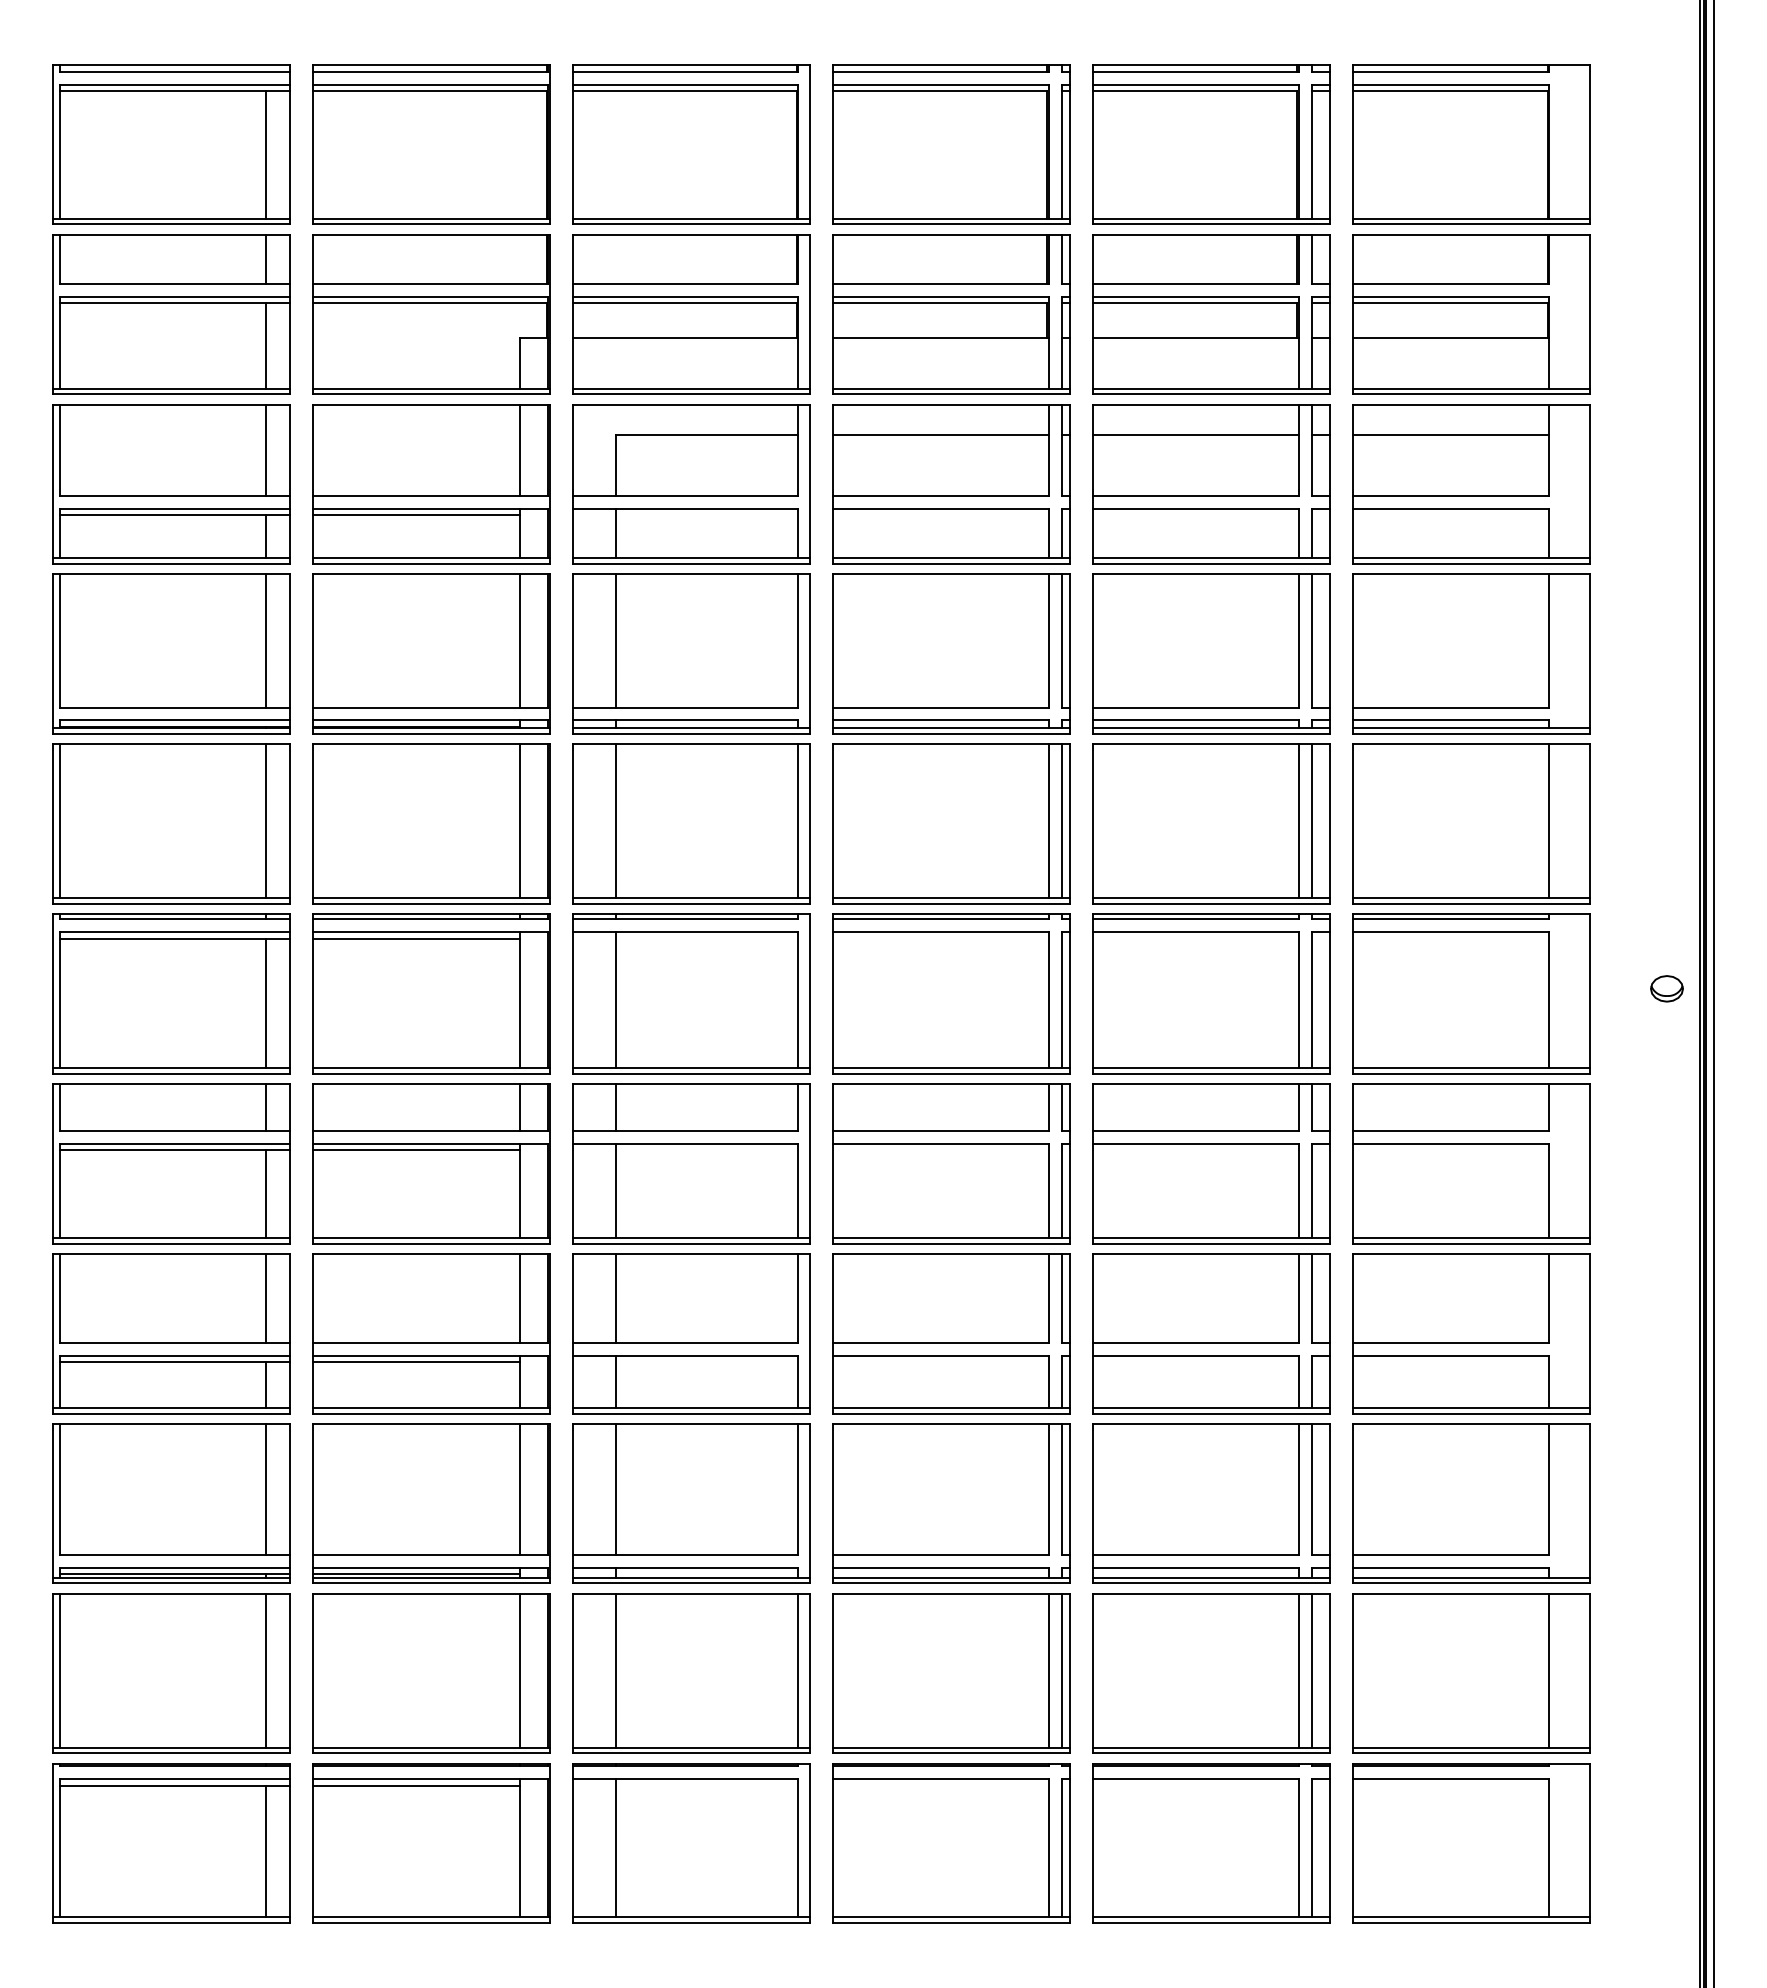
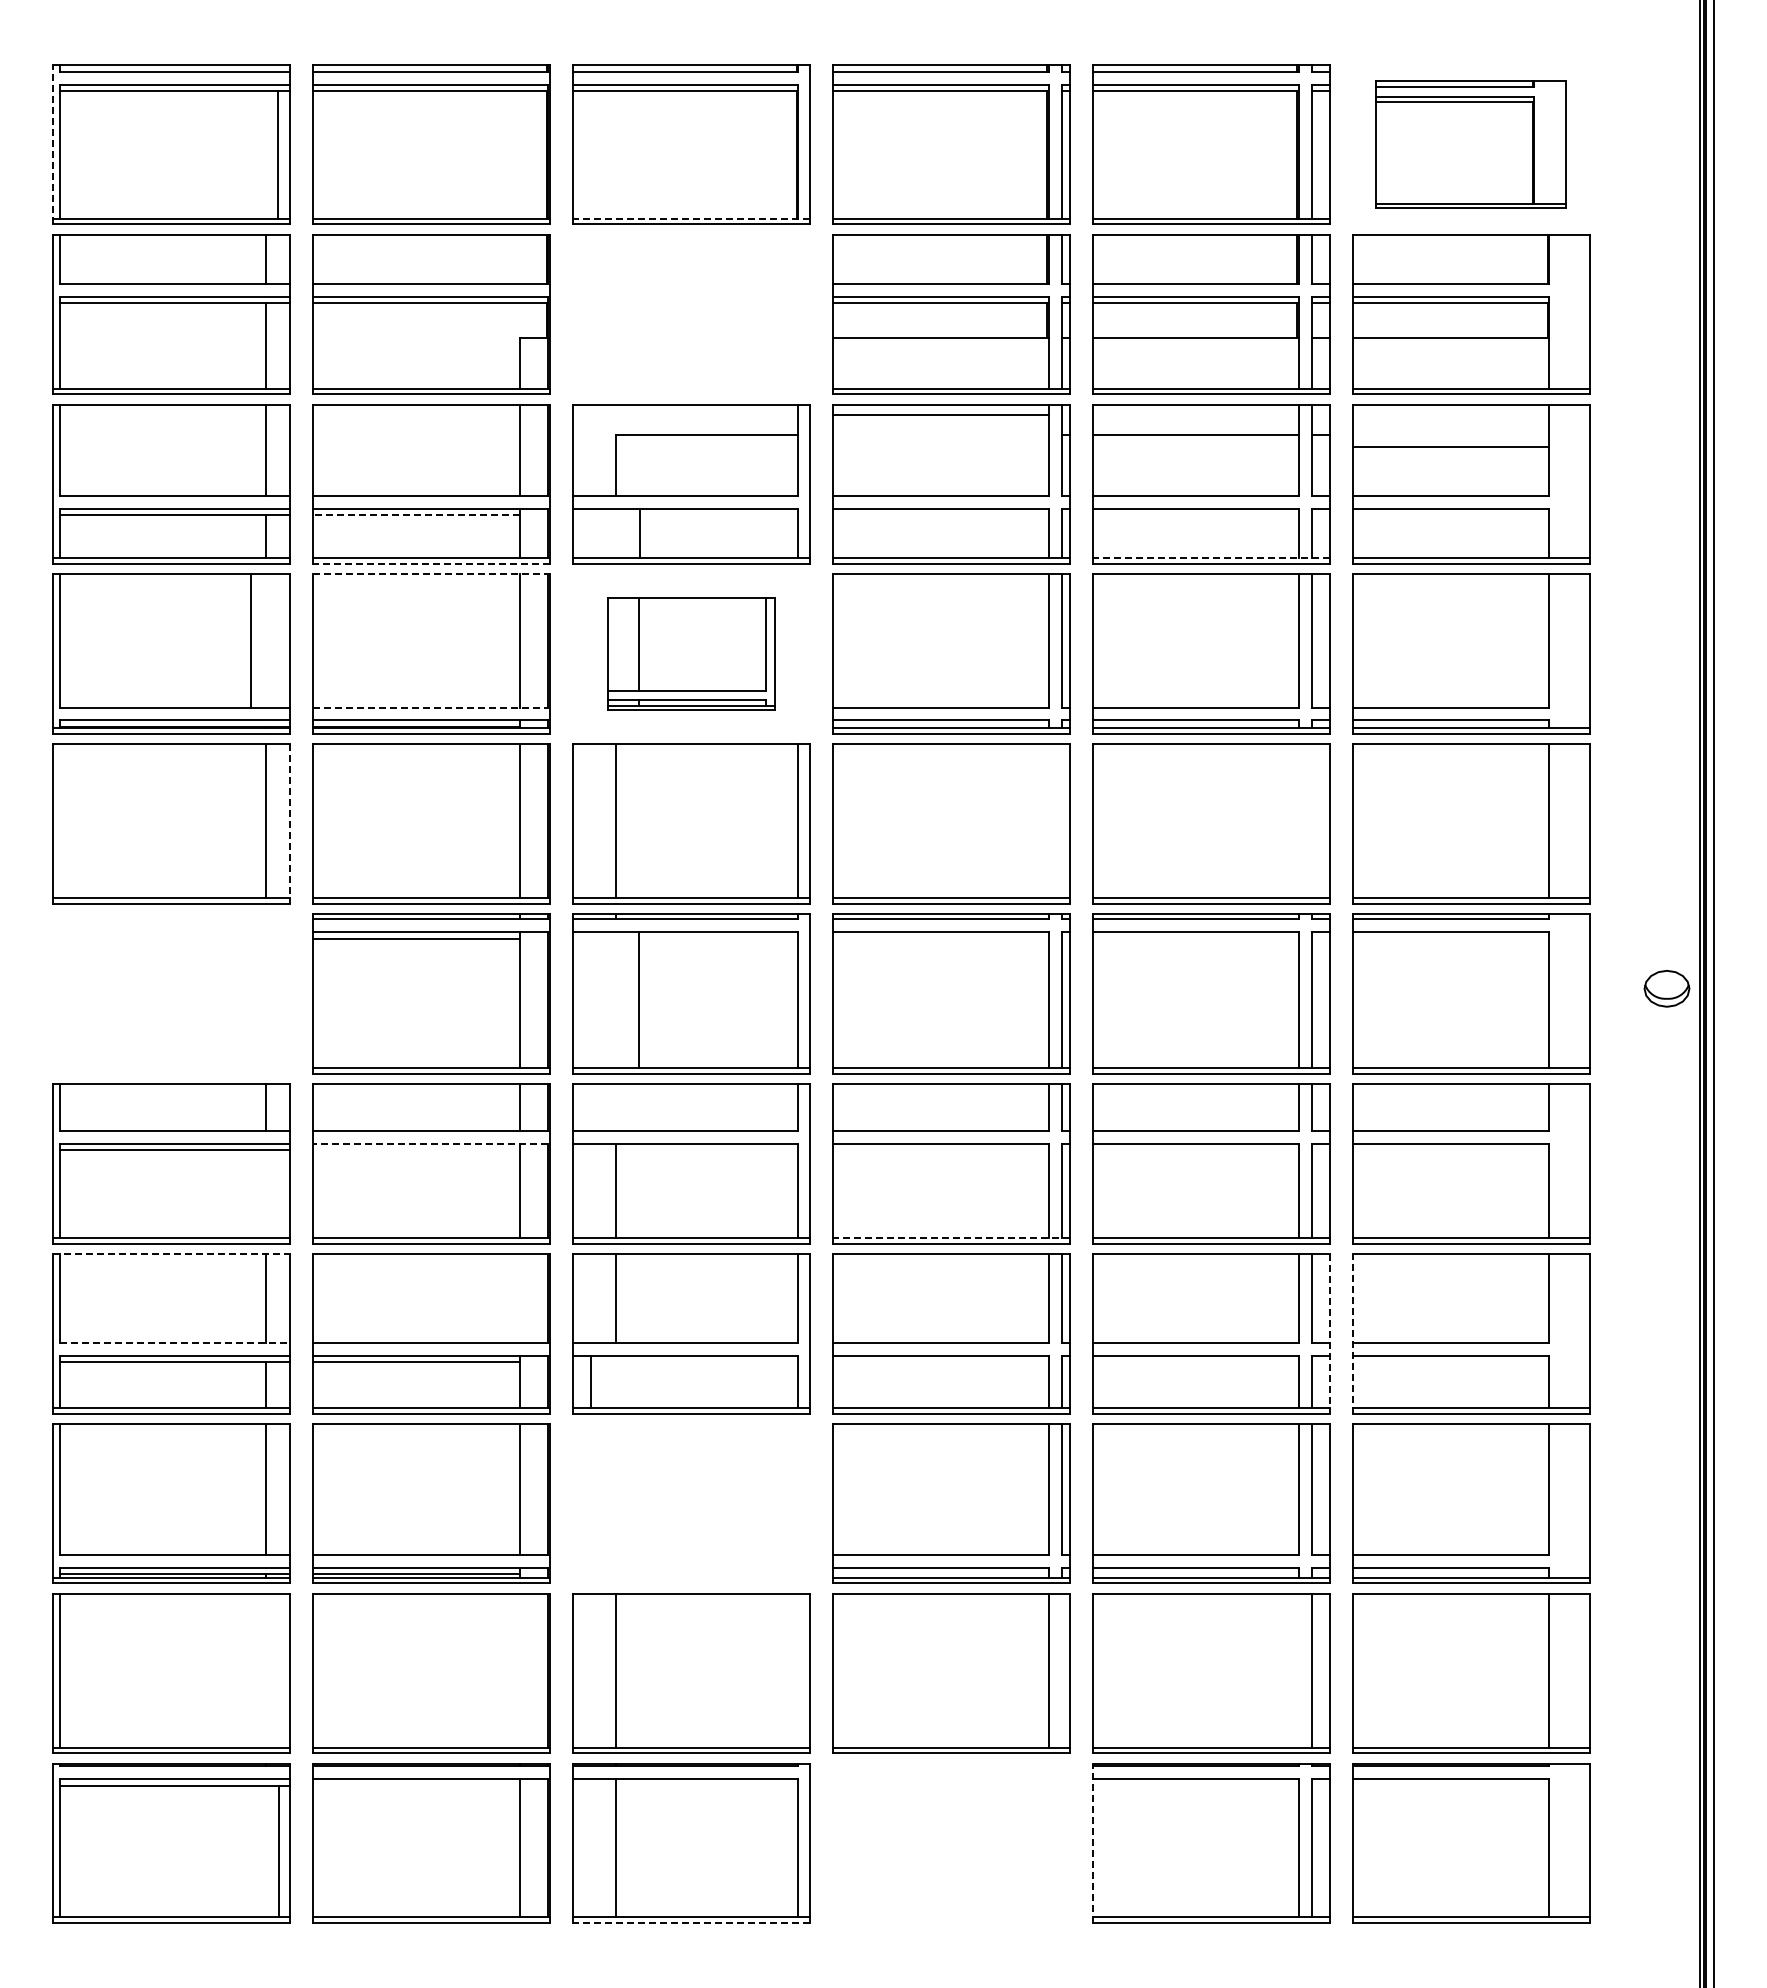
line at (53, 144): solid -> dashed
part at (1471, 144) size: 239x161 px -> 192x129 px
line at (266, 154) position: (266, 154) -> (278, 154)
line at (691, 218): solid -> dashed
part at (691, 314): present -> none
line at (940, 434) position: (940, 434) -> (940, 414)
line at (1450, 434) position: (1450, 434) -> (1450, 446)
line at (415, 515): solid -> dashed
line at (615, 533) position: (615, 533) -> (639, 533)
line at (1211, 558): solid -> dashed
line at (431, 564): solid -> dashed
line at (431, 574): solid -> dashed
line at (266, 640) position: (266, 640) -> (251, 640)
part at (691, 653) size: 239x162 px -> 169x114 px
line at (430, 707): solid -> dashed
line at (60, 821): present -> none
line at (1048, 821): present -> none
line at (1061, 821): present -> none
line at (1299, 821): present -> none
line at (1311, 821): present -> none
line at (290, 824): solid -> dashed
part at (1666, 988) size: 34x28 px -> 48x38 px
part at (171, 993): present -> none
line at (615, 1000) position: (615, 1000) -> (638, 1000)
line at (615, 1107): present -> none
line at (430, 1143): solid -> dashed
line at (415, 1150): present -> none
line at (266, 1193): present -> none
line at (951, 1237): solid -> dashed
line at (171, 1253): solid -> dashed
line at (519, 1297): present -> none
line at (1330, 1333): solid -> dashed
line at (1352, 1333): solid -> dashed
line at (175, 1342): solid -> dashed
line at (615, 1381) position: (615, 1381) -> (590, 1381)
part at (691, 1503): present -> none
line at (266, 1670): present -> none
line at (519, 1670): present -> none
line at (798, 1670): present -> none
line at (1061, 1670): present -> none
line at (1299, 1670): present -> none
line at (415, 1785): present -> none
part at (951, 1843): present -> none
line at (1092, 1843): solid -> dashed
line at (266, 1851) position: (266, 1851) -> (279, 1851)
line at (691, 1923): solid -> dashed
